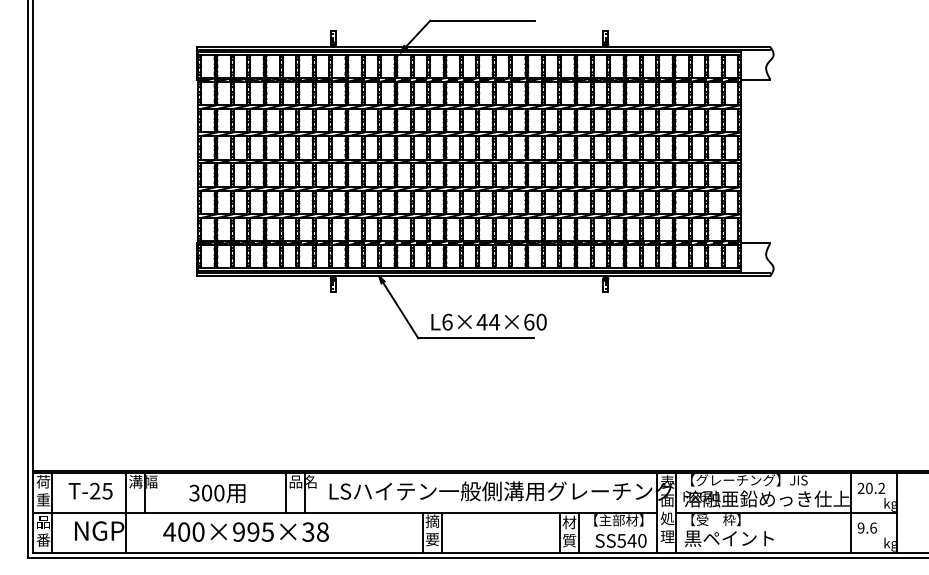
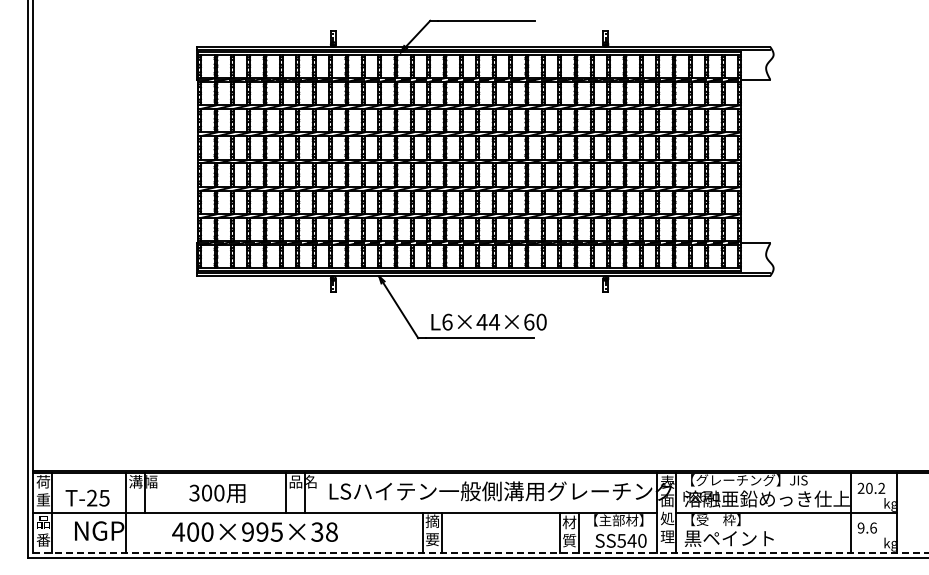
text at (90, 490) position: (90, 490) -> (87, 497)
text at (245, 531) position: (245, 531) -> (254, 531)
line at (481, 552): solid -> dashed
